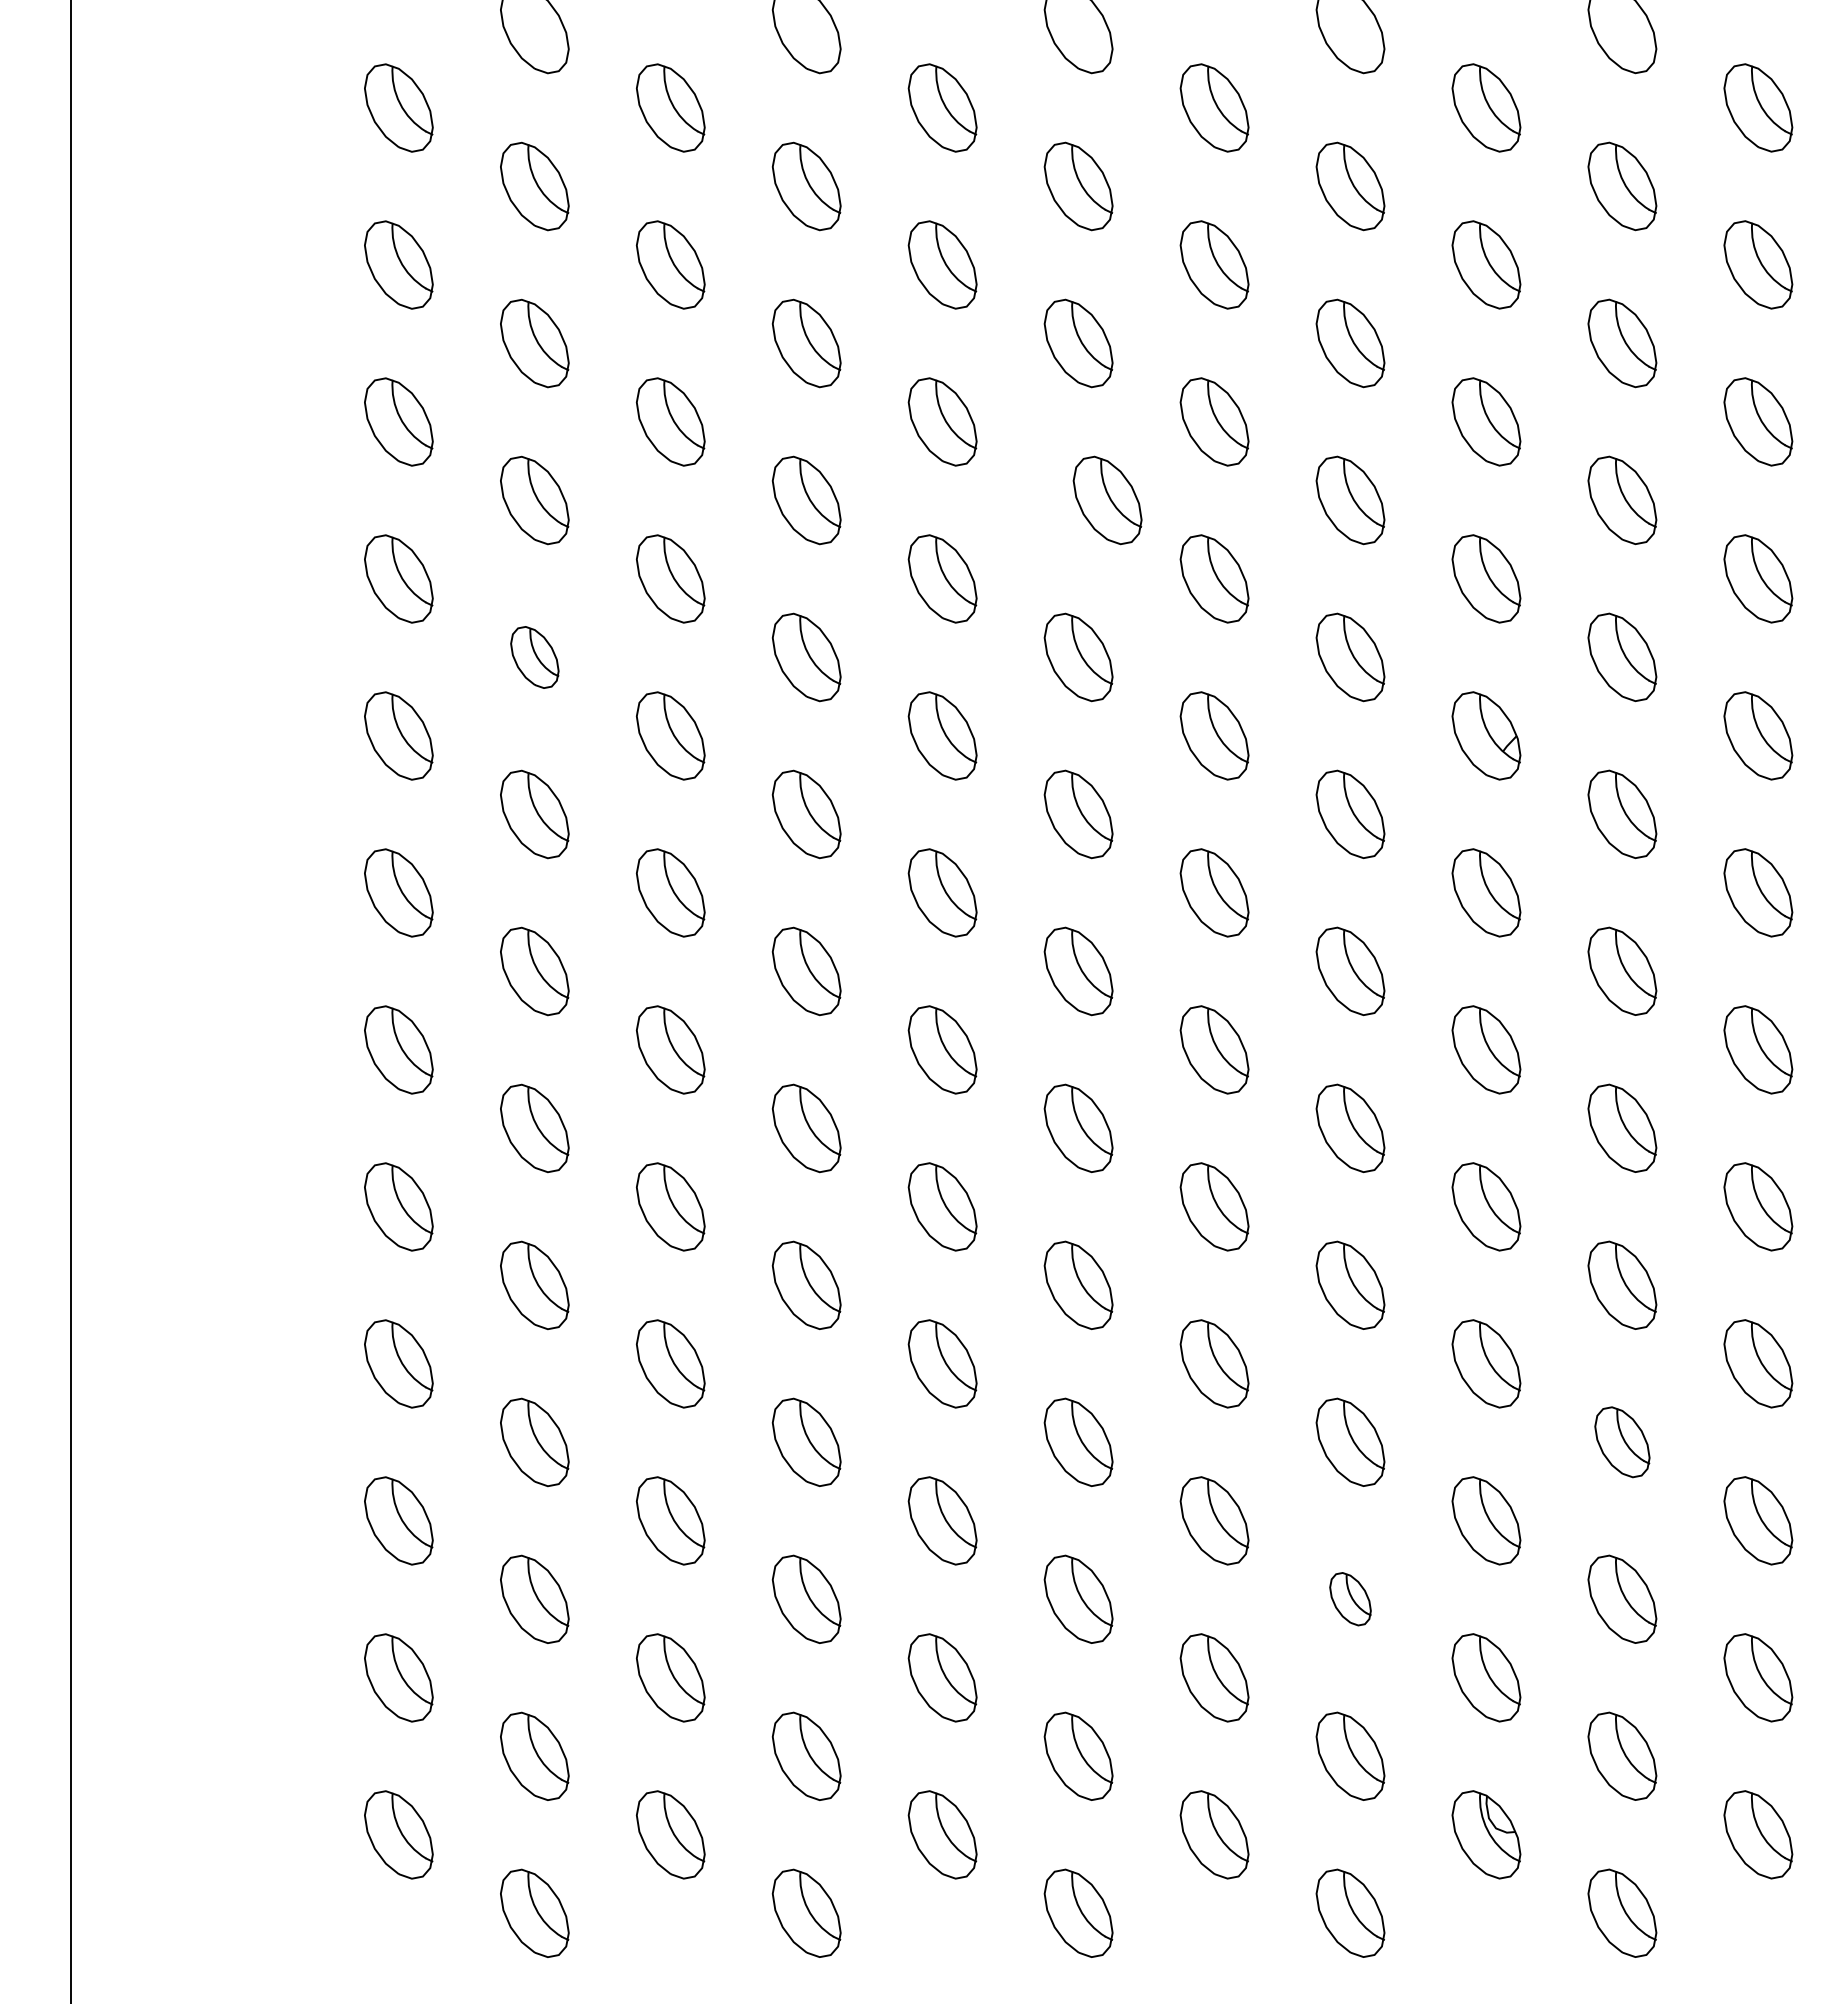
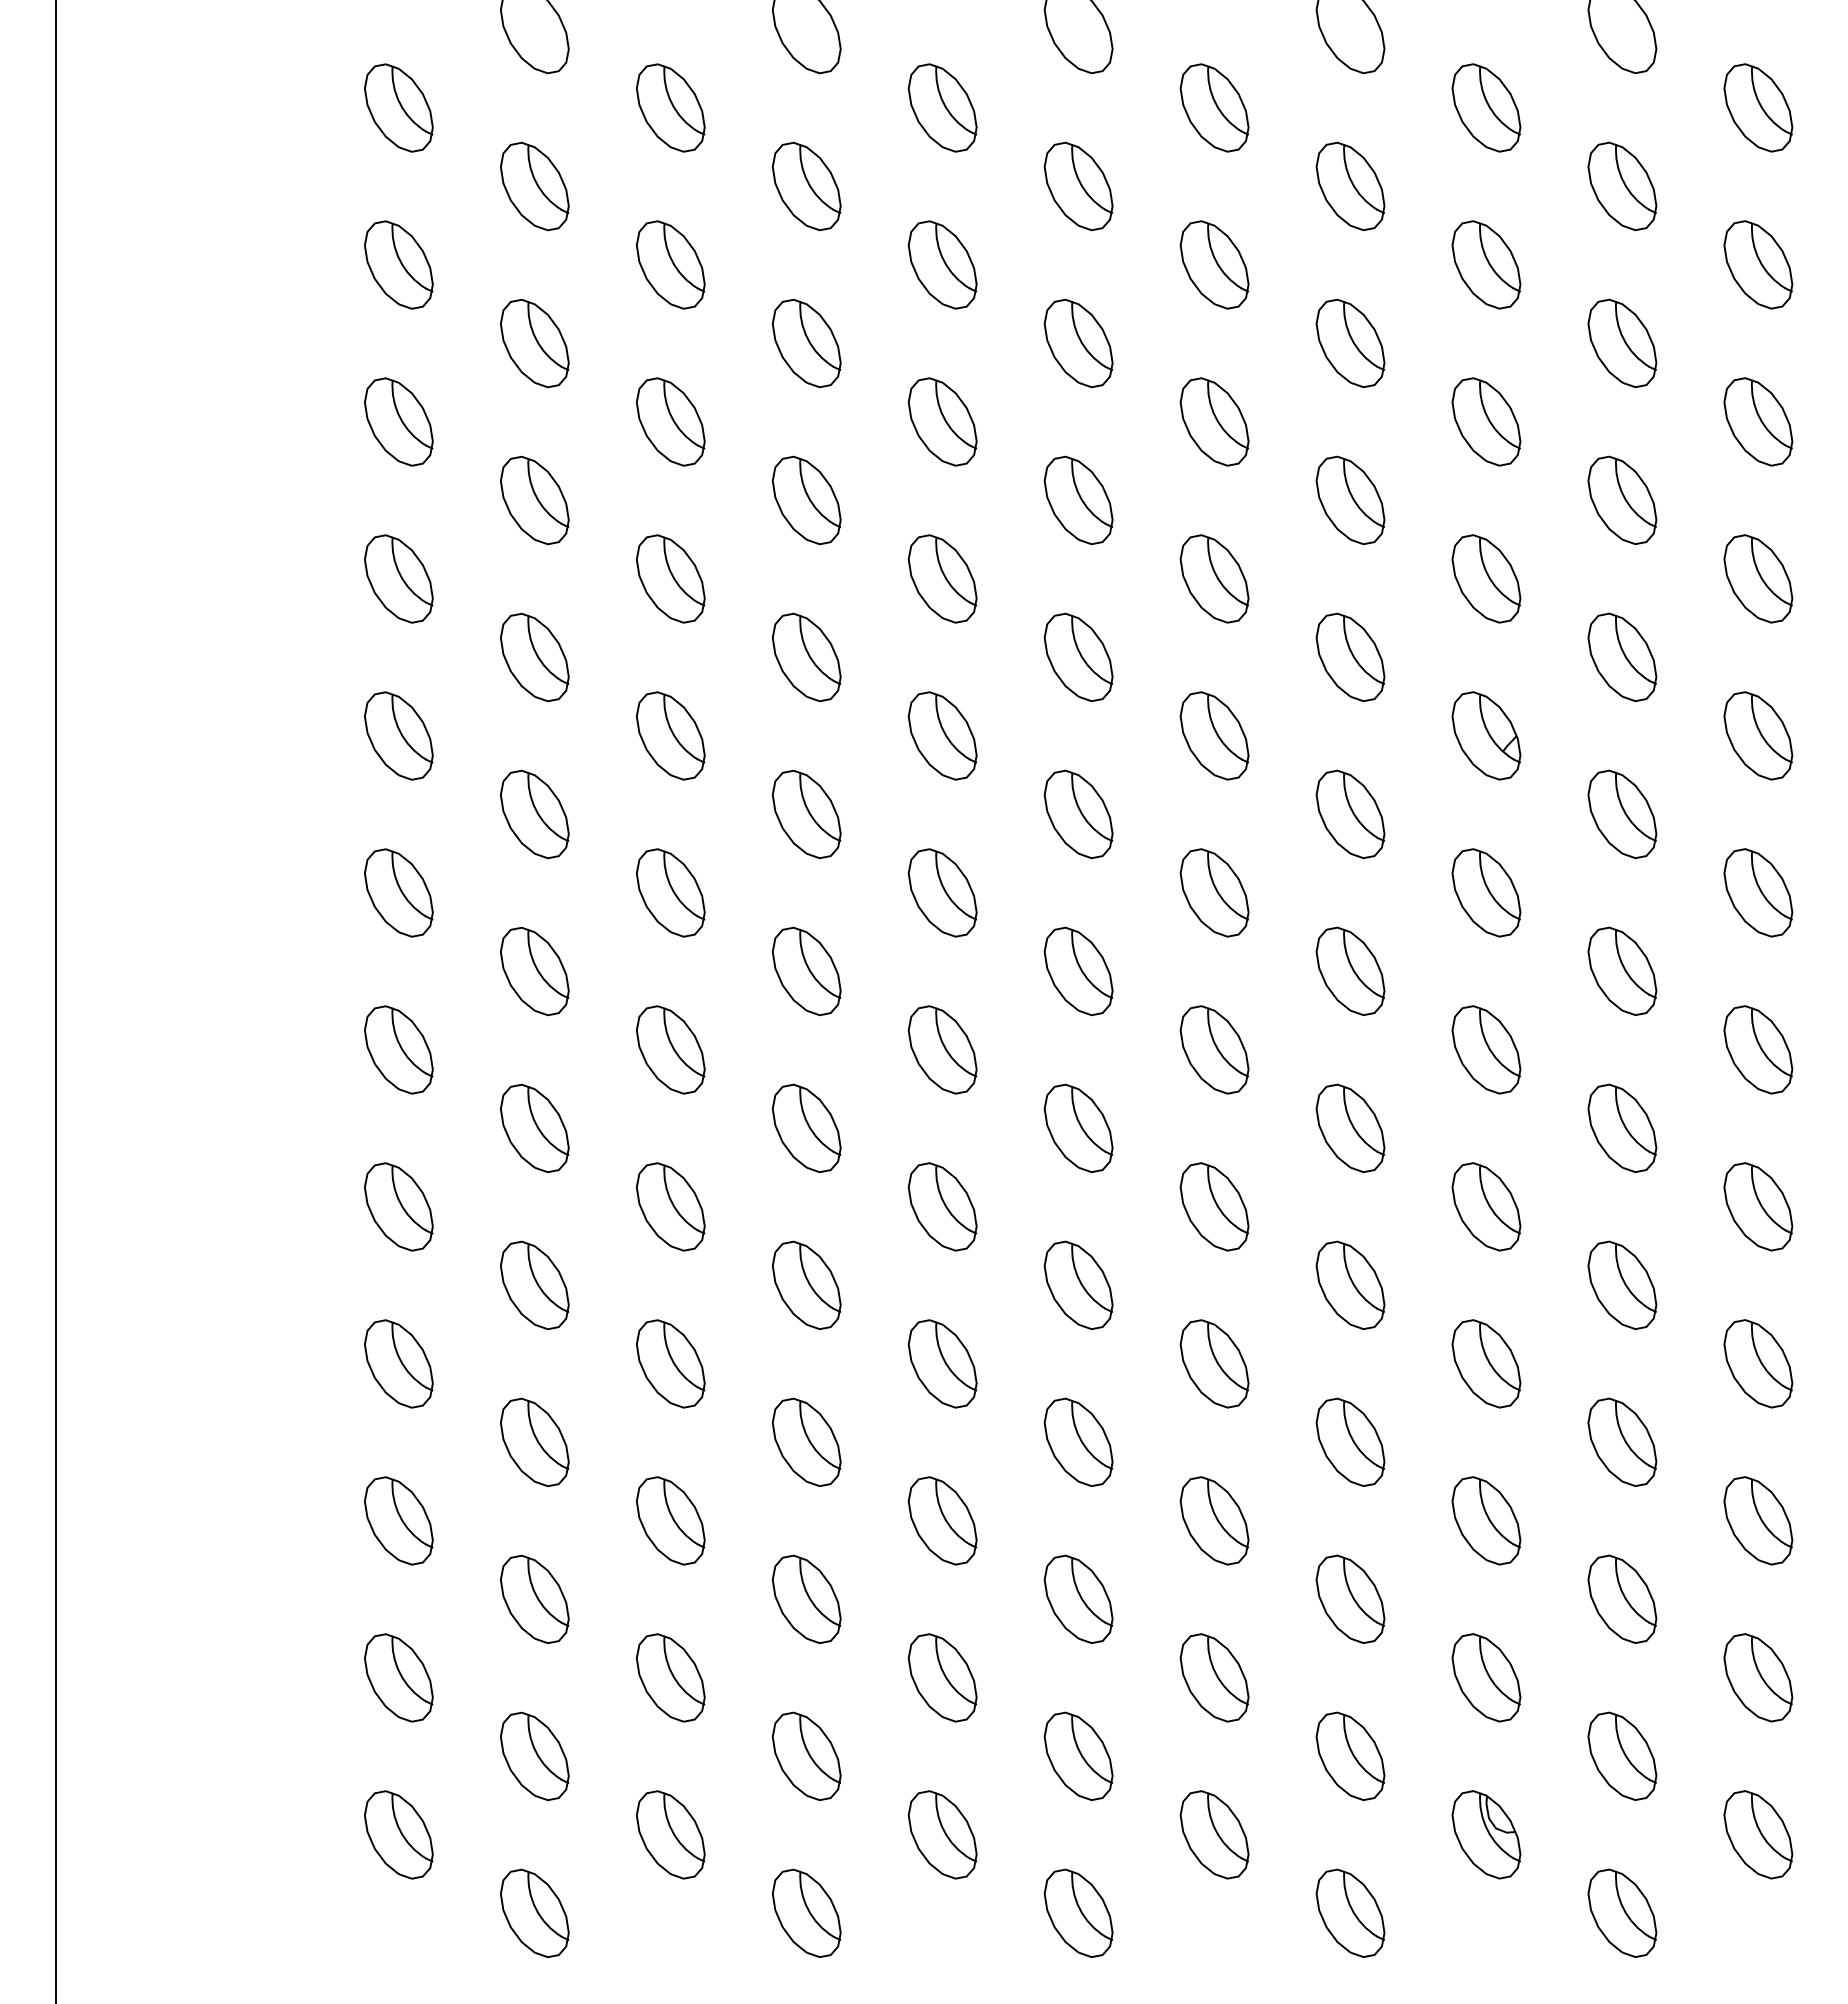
part at (1107, 500) position: (1107, 500) -> (1078, 500)
part at (534, 657) size: 50x63 px -> 70x91 px
line at (70, 1001) position: (70, 1001) -> (55, 1001)
part at (1622, 1442) size: 57x73 px -> 71x90 px
part at (1350, 1599) size: 43x55 px -> 71x90 px
